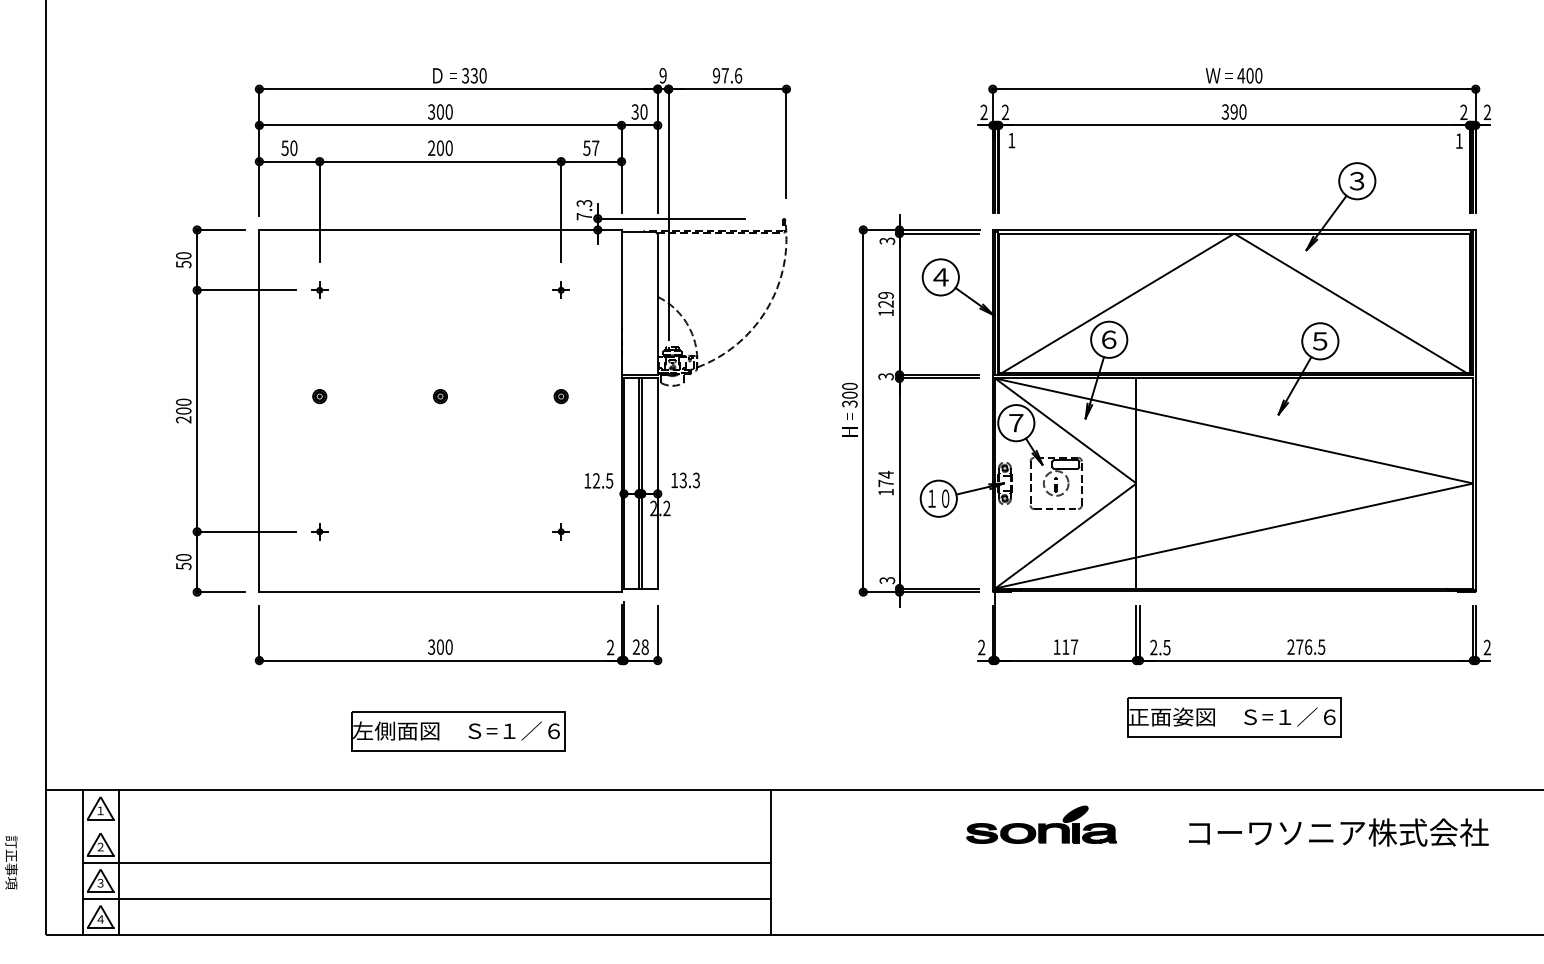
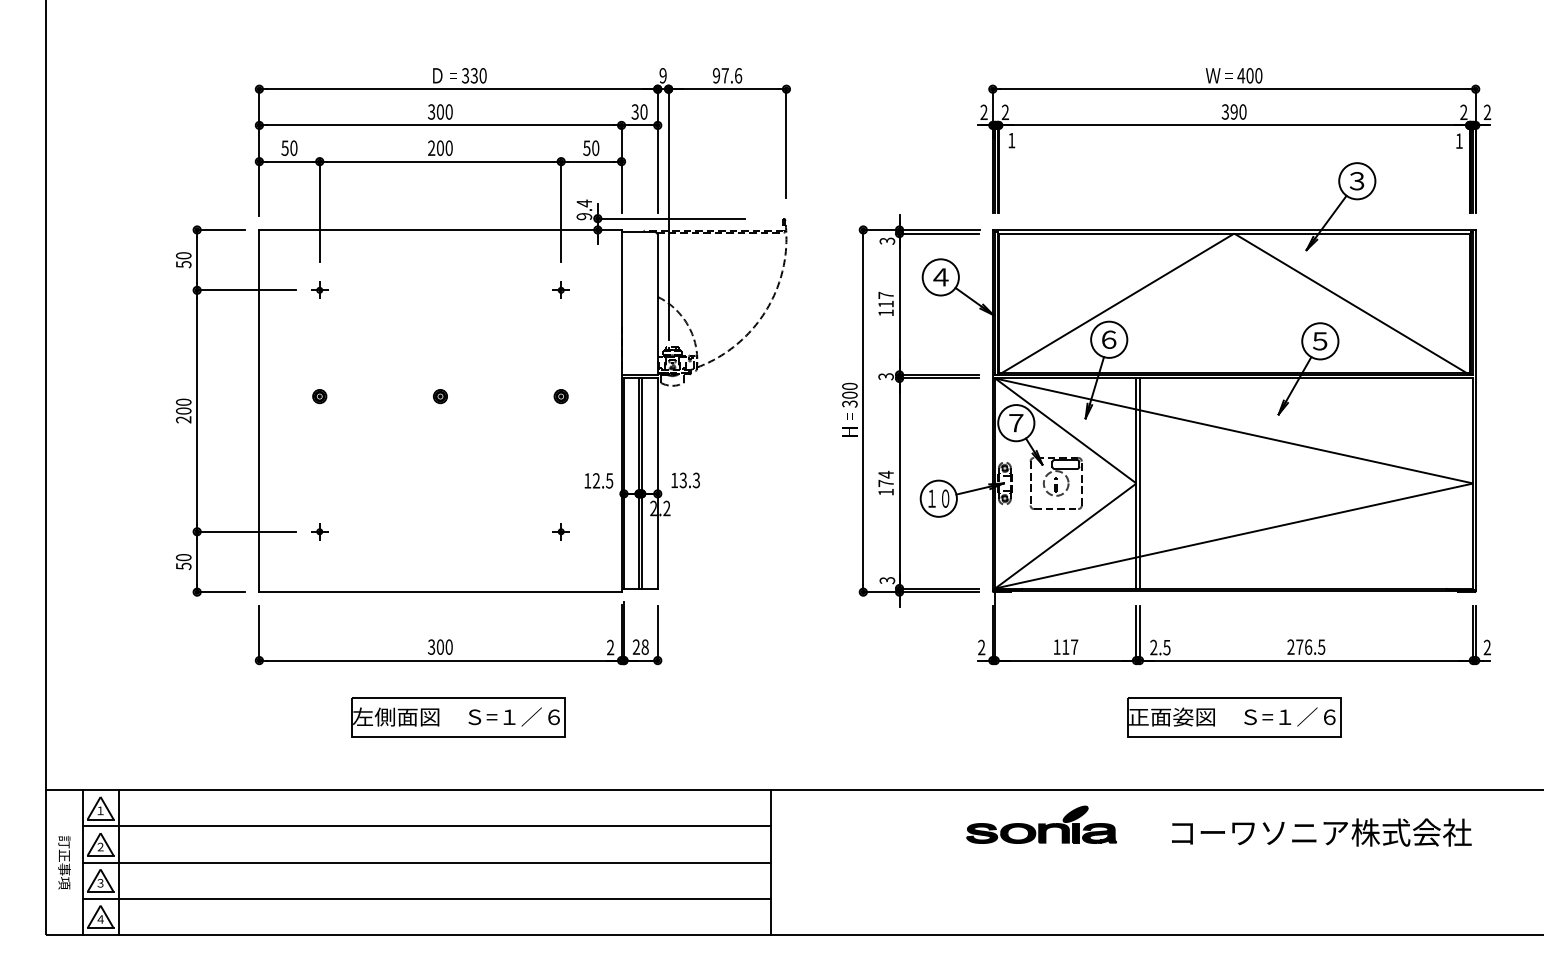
text at (595, 148): 57 -> 50
text at (584, 209): 7.3 -> 9.4
text at (885, 299): 129 -> 117
line at (1139, 483): none -> present
part at (458, 731) position: (458, 731) -> (458, 717)
line at (426, 826): none -> present
text at (1338, 832) position: (1338, 832) -> (1321, 832)
text at (11, 862) position: (11, 862) -> (64, 862)
